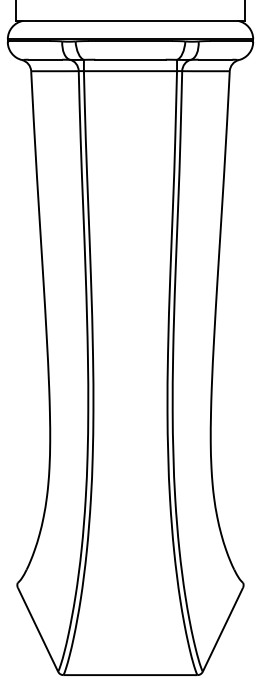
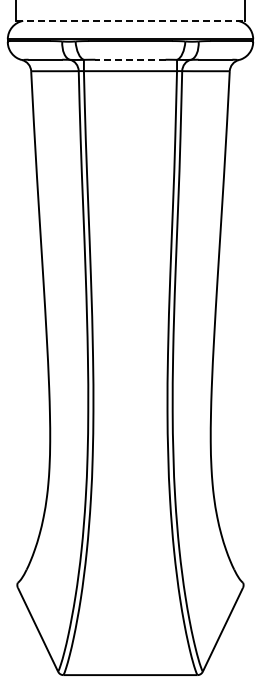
line at (130, 20): solid -> dashed
line at (129, 59): solid -> dashed
